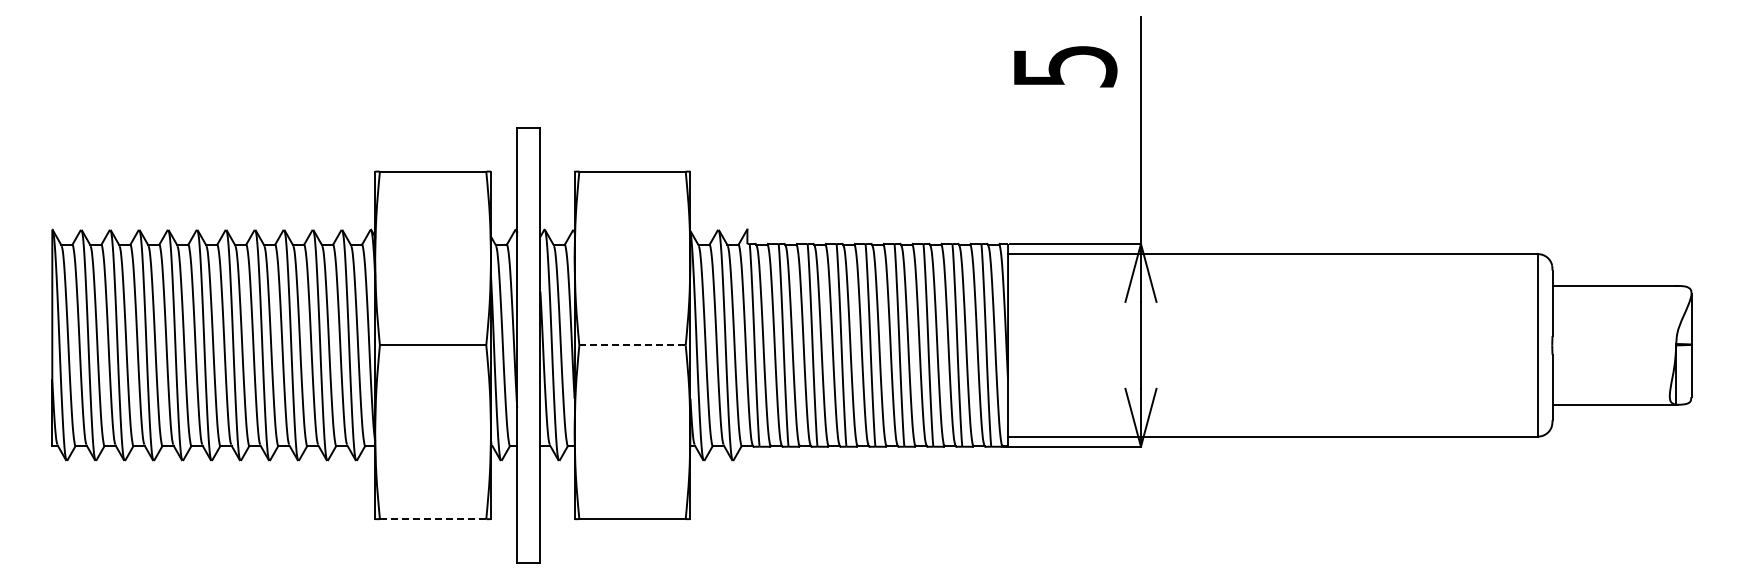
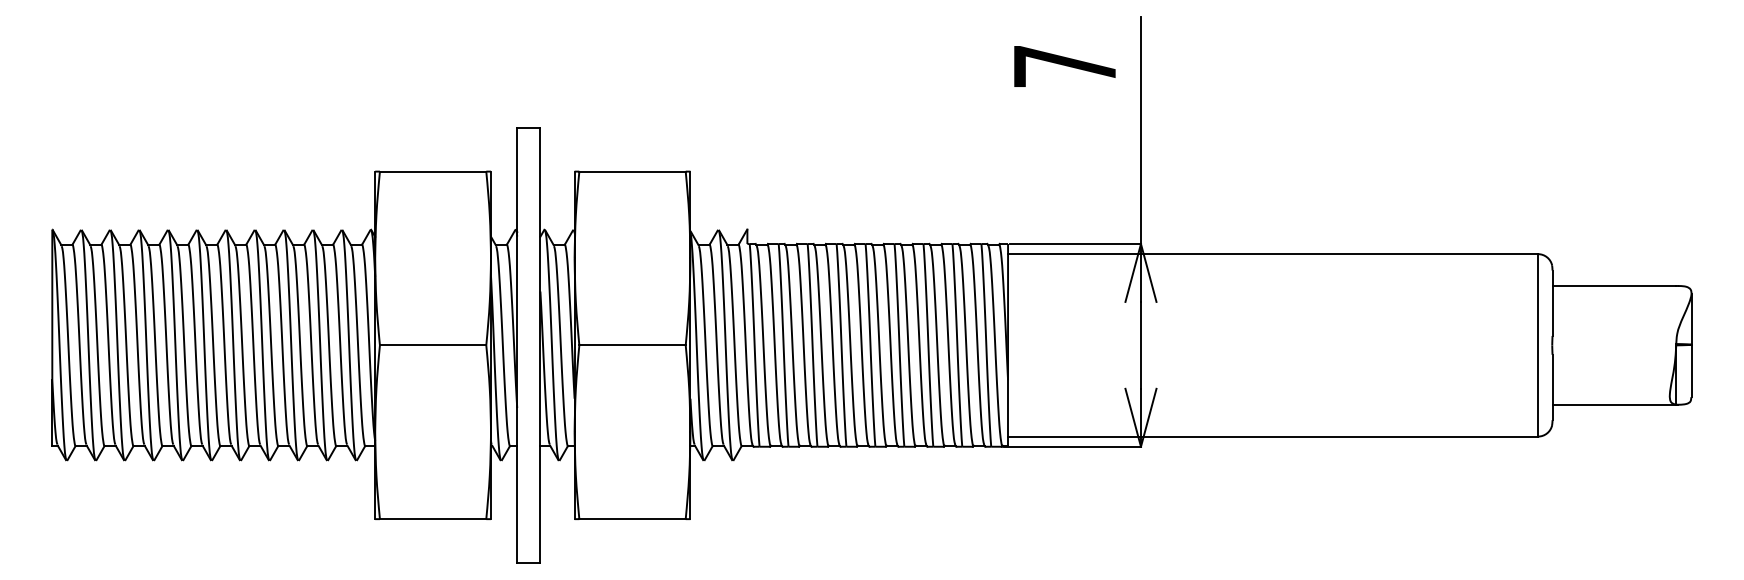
text at (1065, 66): 5 -> 7
line at (633, 345): dashed -> solid
line at (433, 519): dashed -> solid
